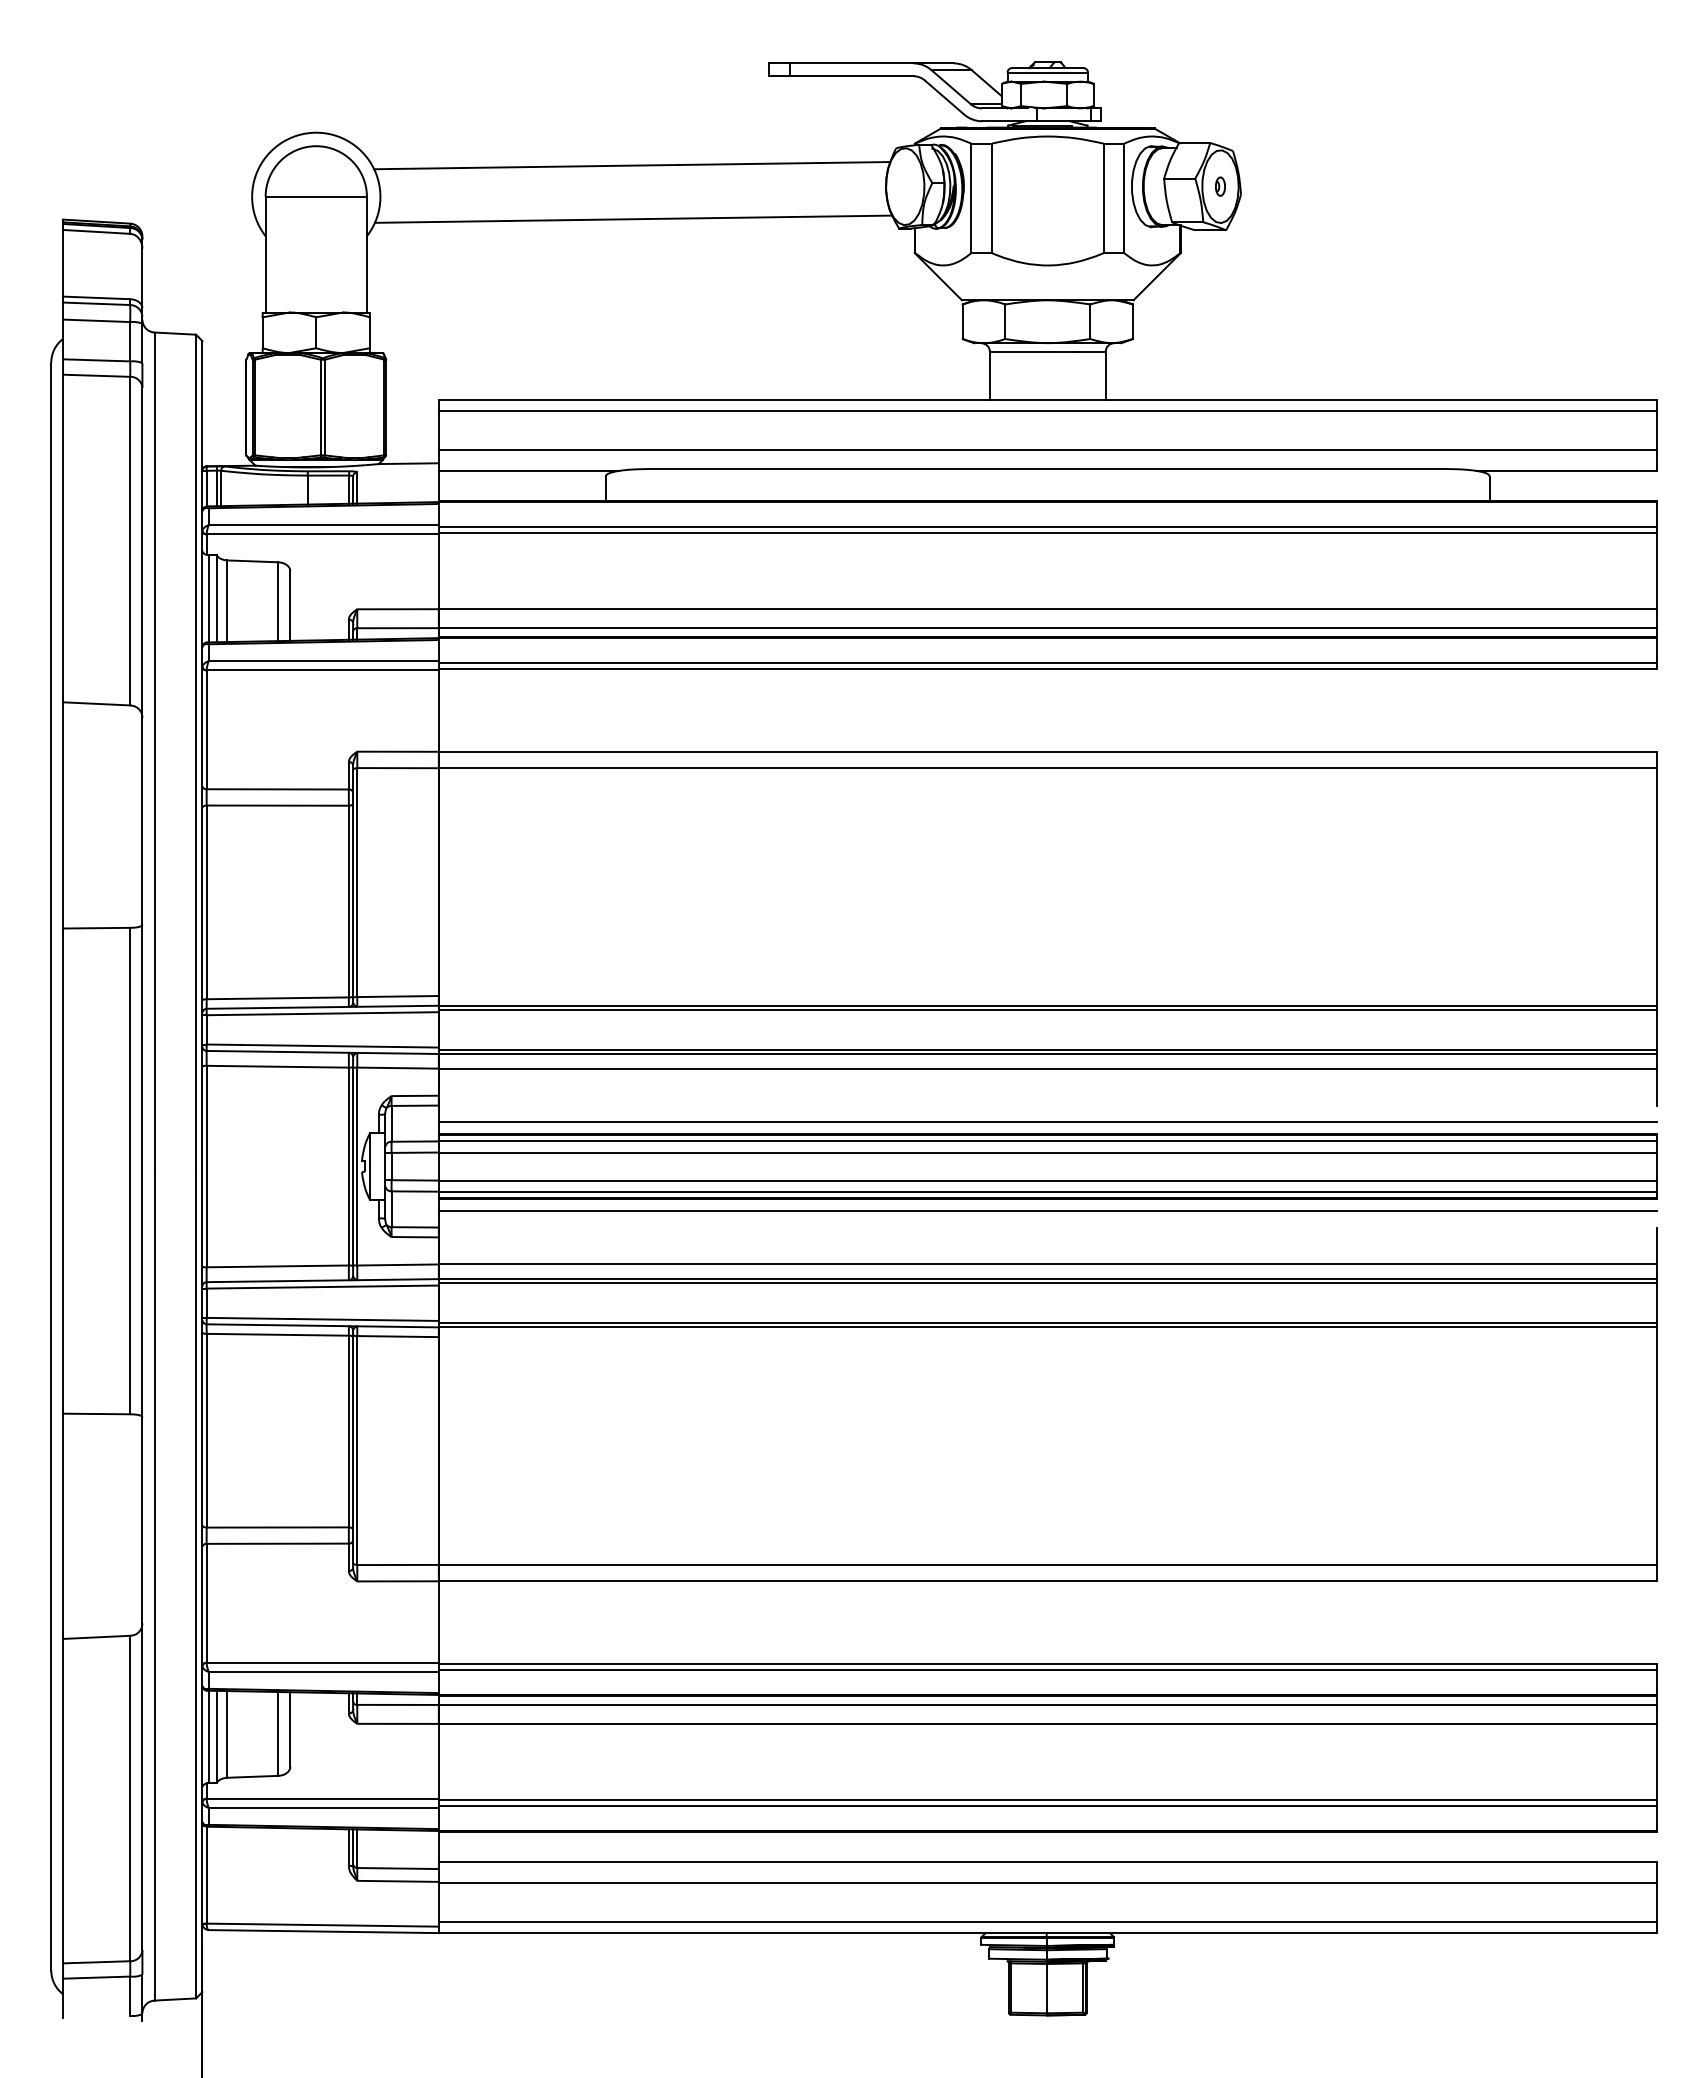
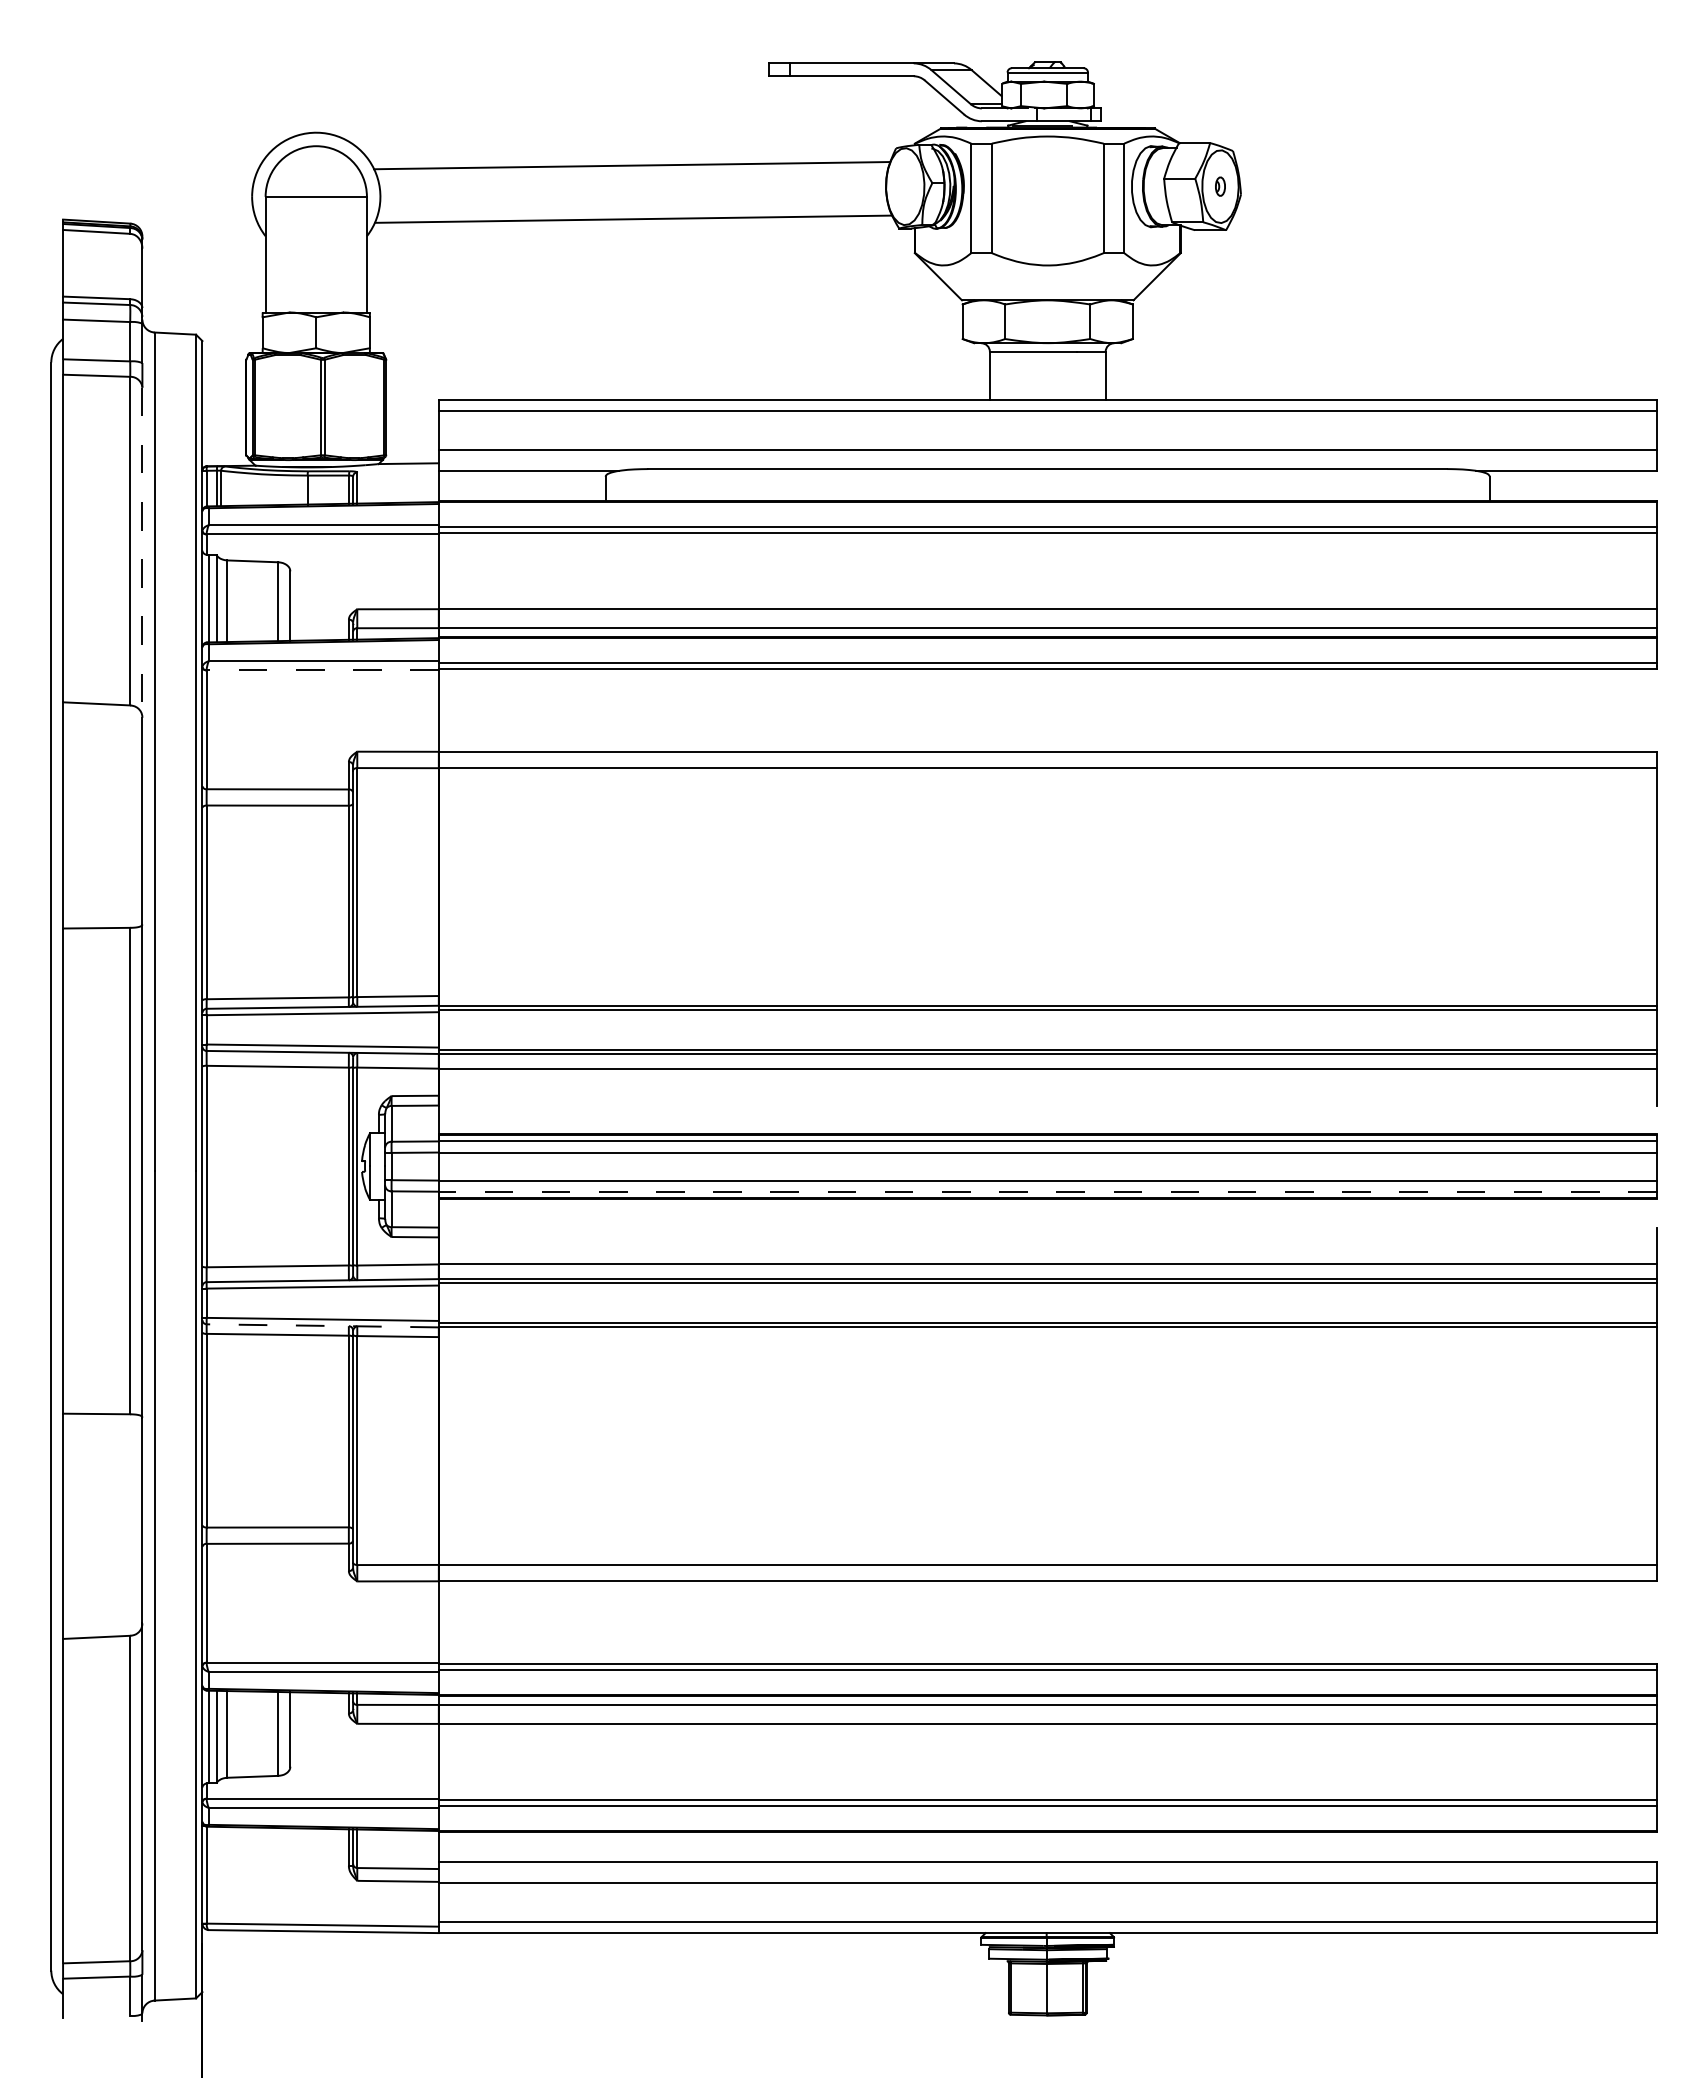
line at (142, 553): solid -> dashed
line at (322, 670): solid -> dashed
line at (1047, 1122): present -> none
line at (1047, 1191): solid -> dashed
line at (1047, 1210): present -> none
line at (322, 1325): solid -> dashed
